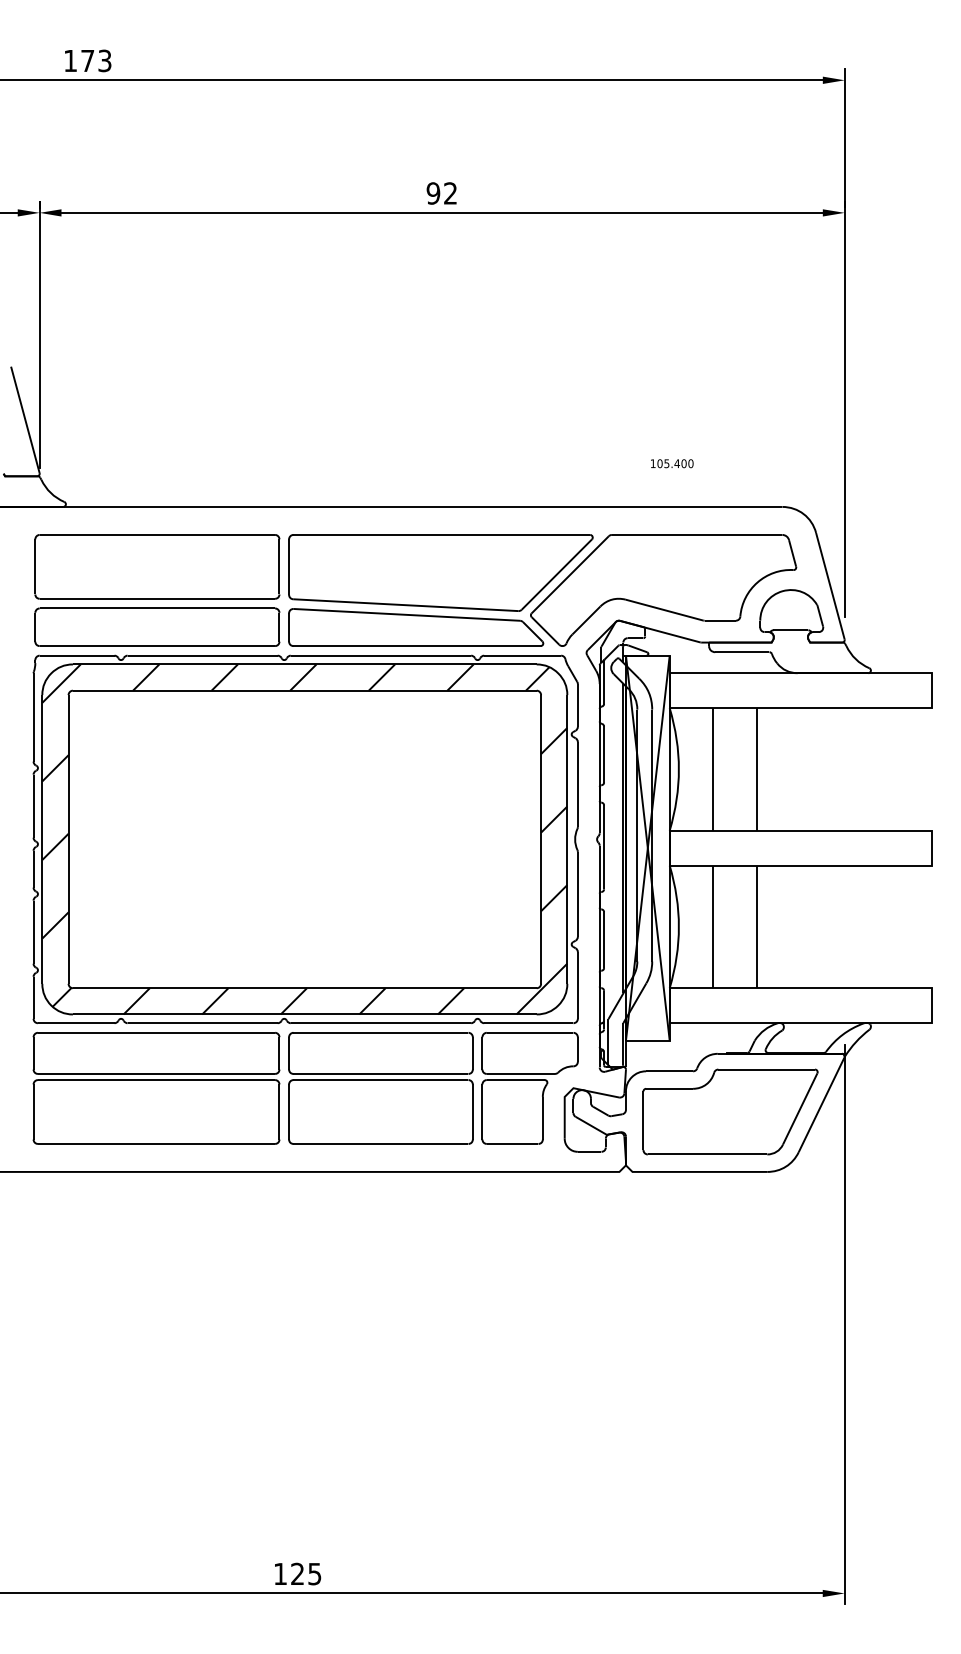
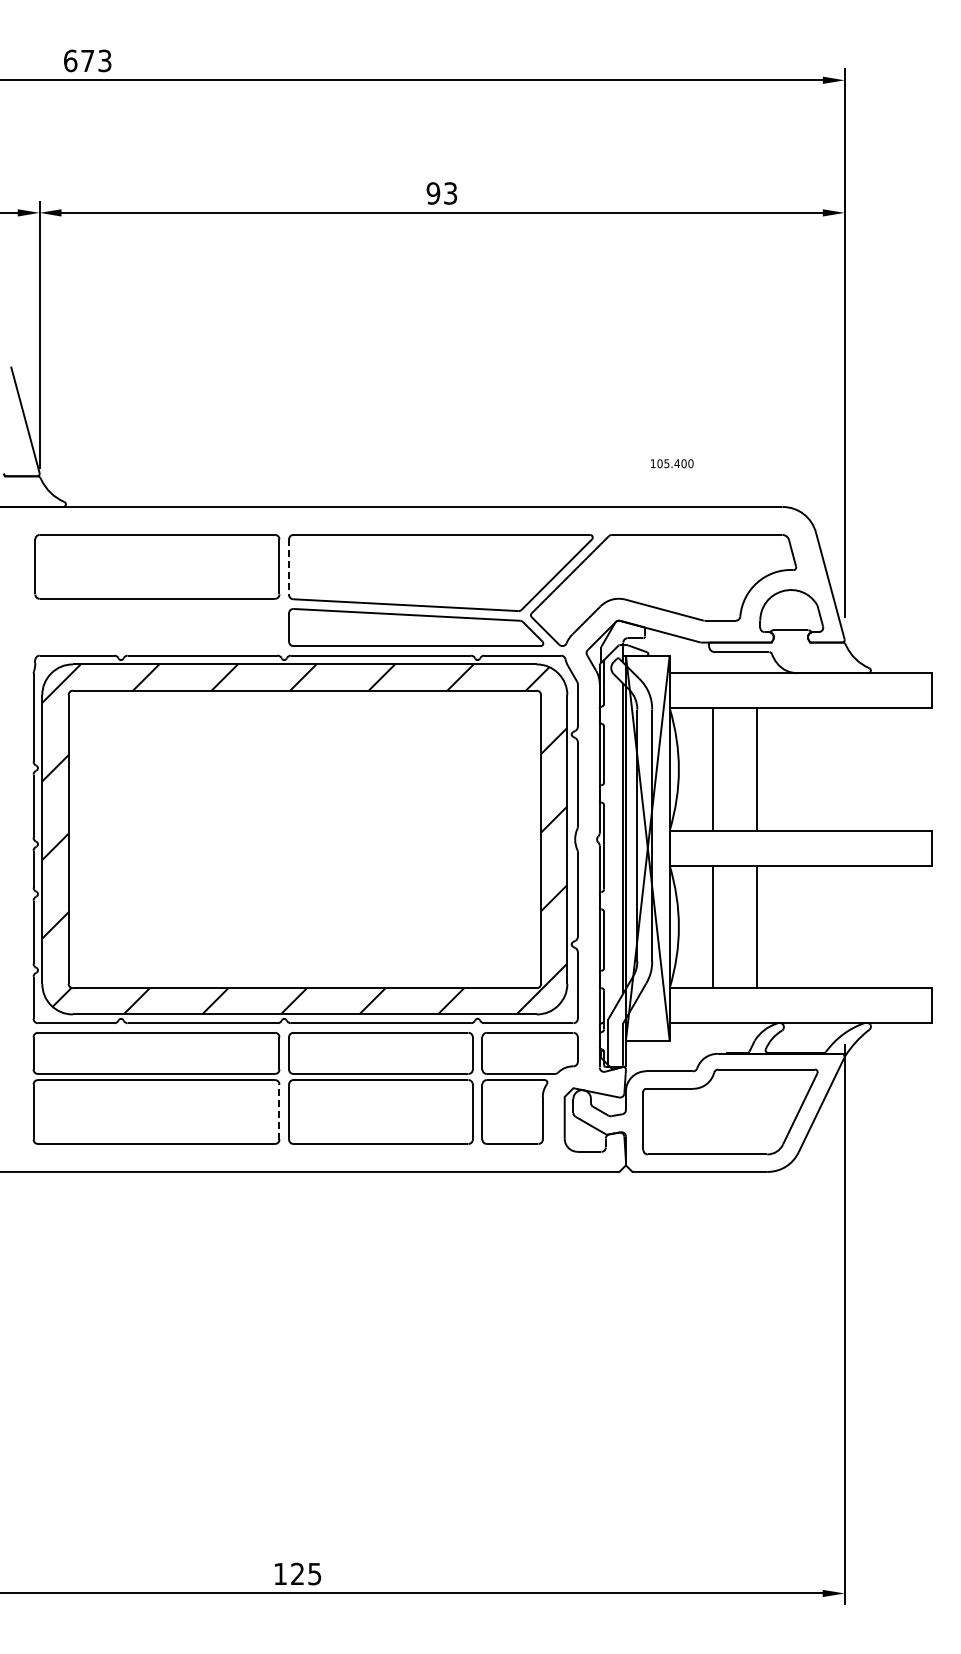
text at (70, 60): 173 -> 673
text at (450, 193): 92 -> 93
line at (289, 567): solid -> dashed
part at (157, 626): present -> none
line at (279, 1112): solid -> dashed
